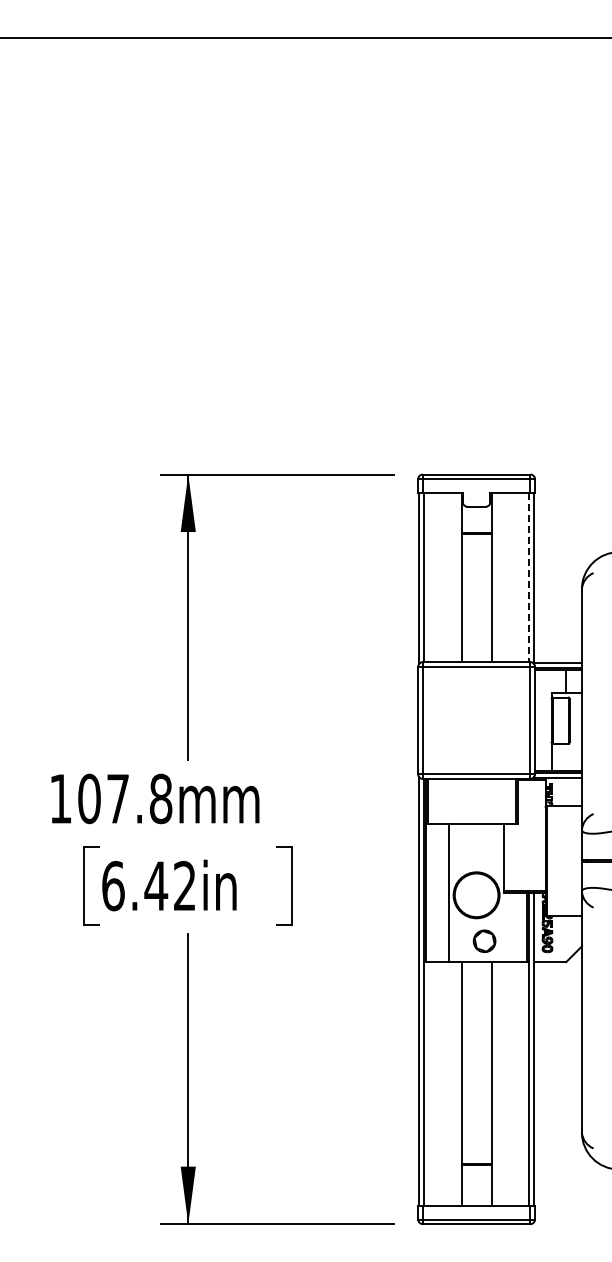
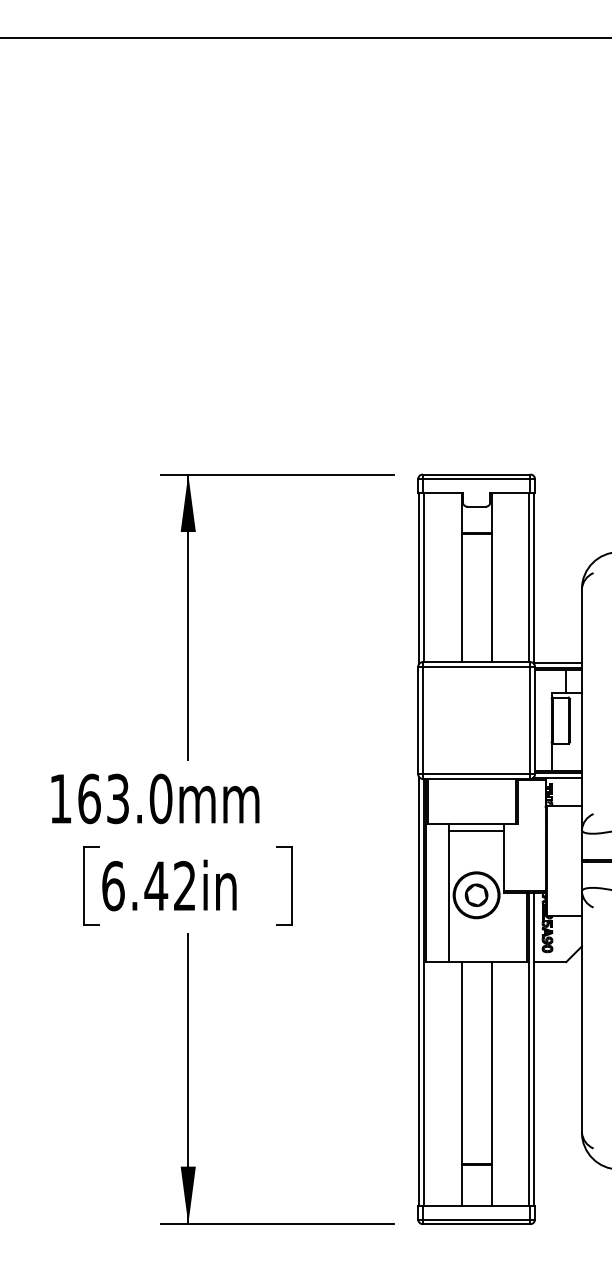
line at (529, 577): dashed -> solid
text at (125, 798): 107.8mm -> 163.0mm
line at (476, 830): none -> present
part at (484, 940) position: (484, 940) -> (476, 894)
